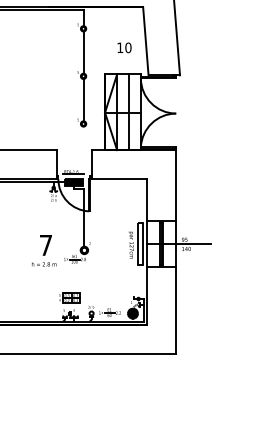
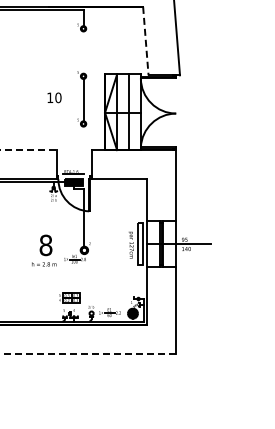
line at (145, 41): solid -> dashed
text at (124, 47) position: (124, 47) -> (54, 97)
line at (83, 52): present -> none
line at (28, 150): solid -> dashed
text at (45, 245): 7 -> 8
line at (88, 353): solid -> dashed
